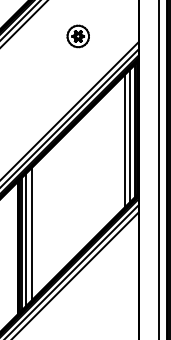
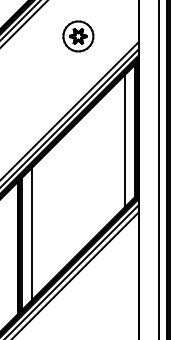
part at (77, 36) size: 24x25 px -> 33x33 px
line at (130, 135): present -> none
line at (26, 239): present -> none
